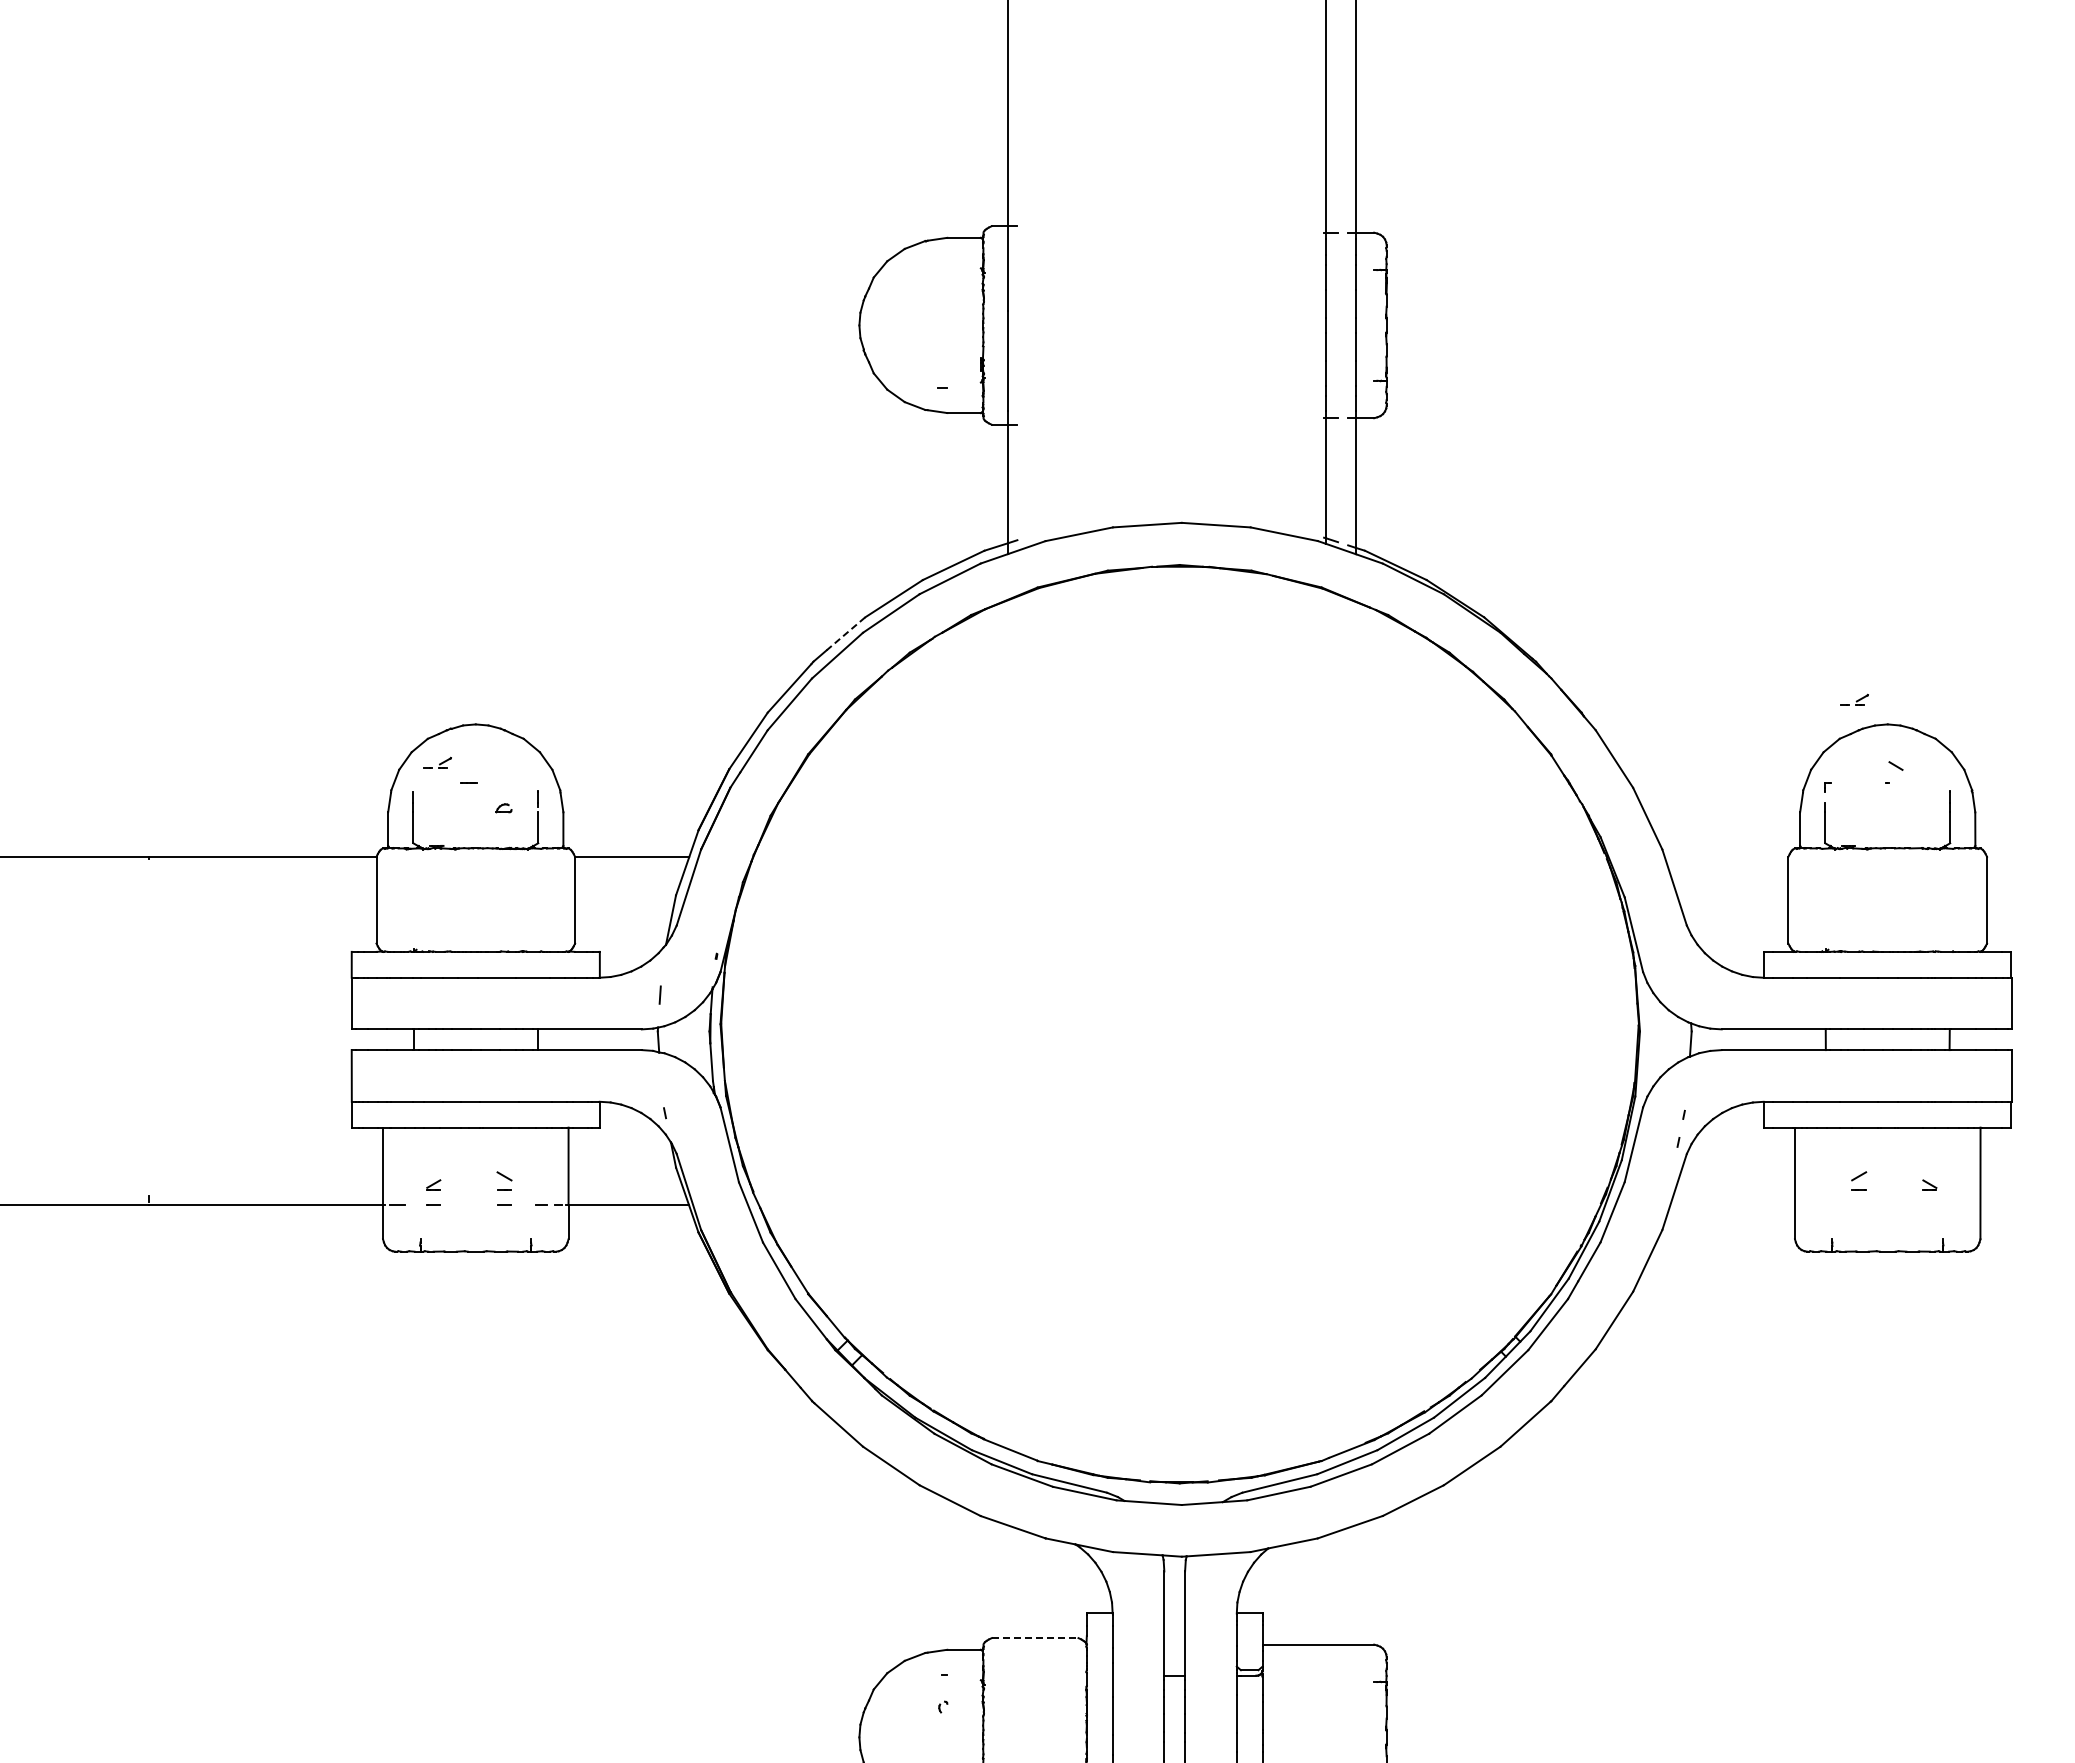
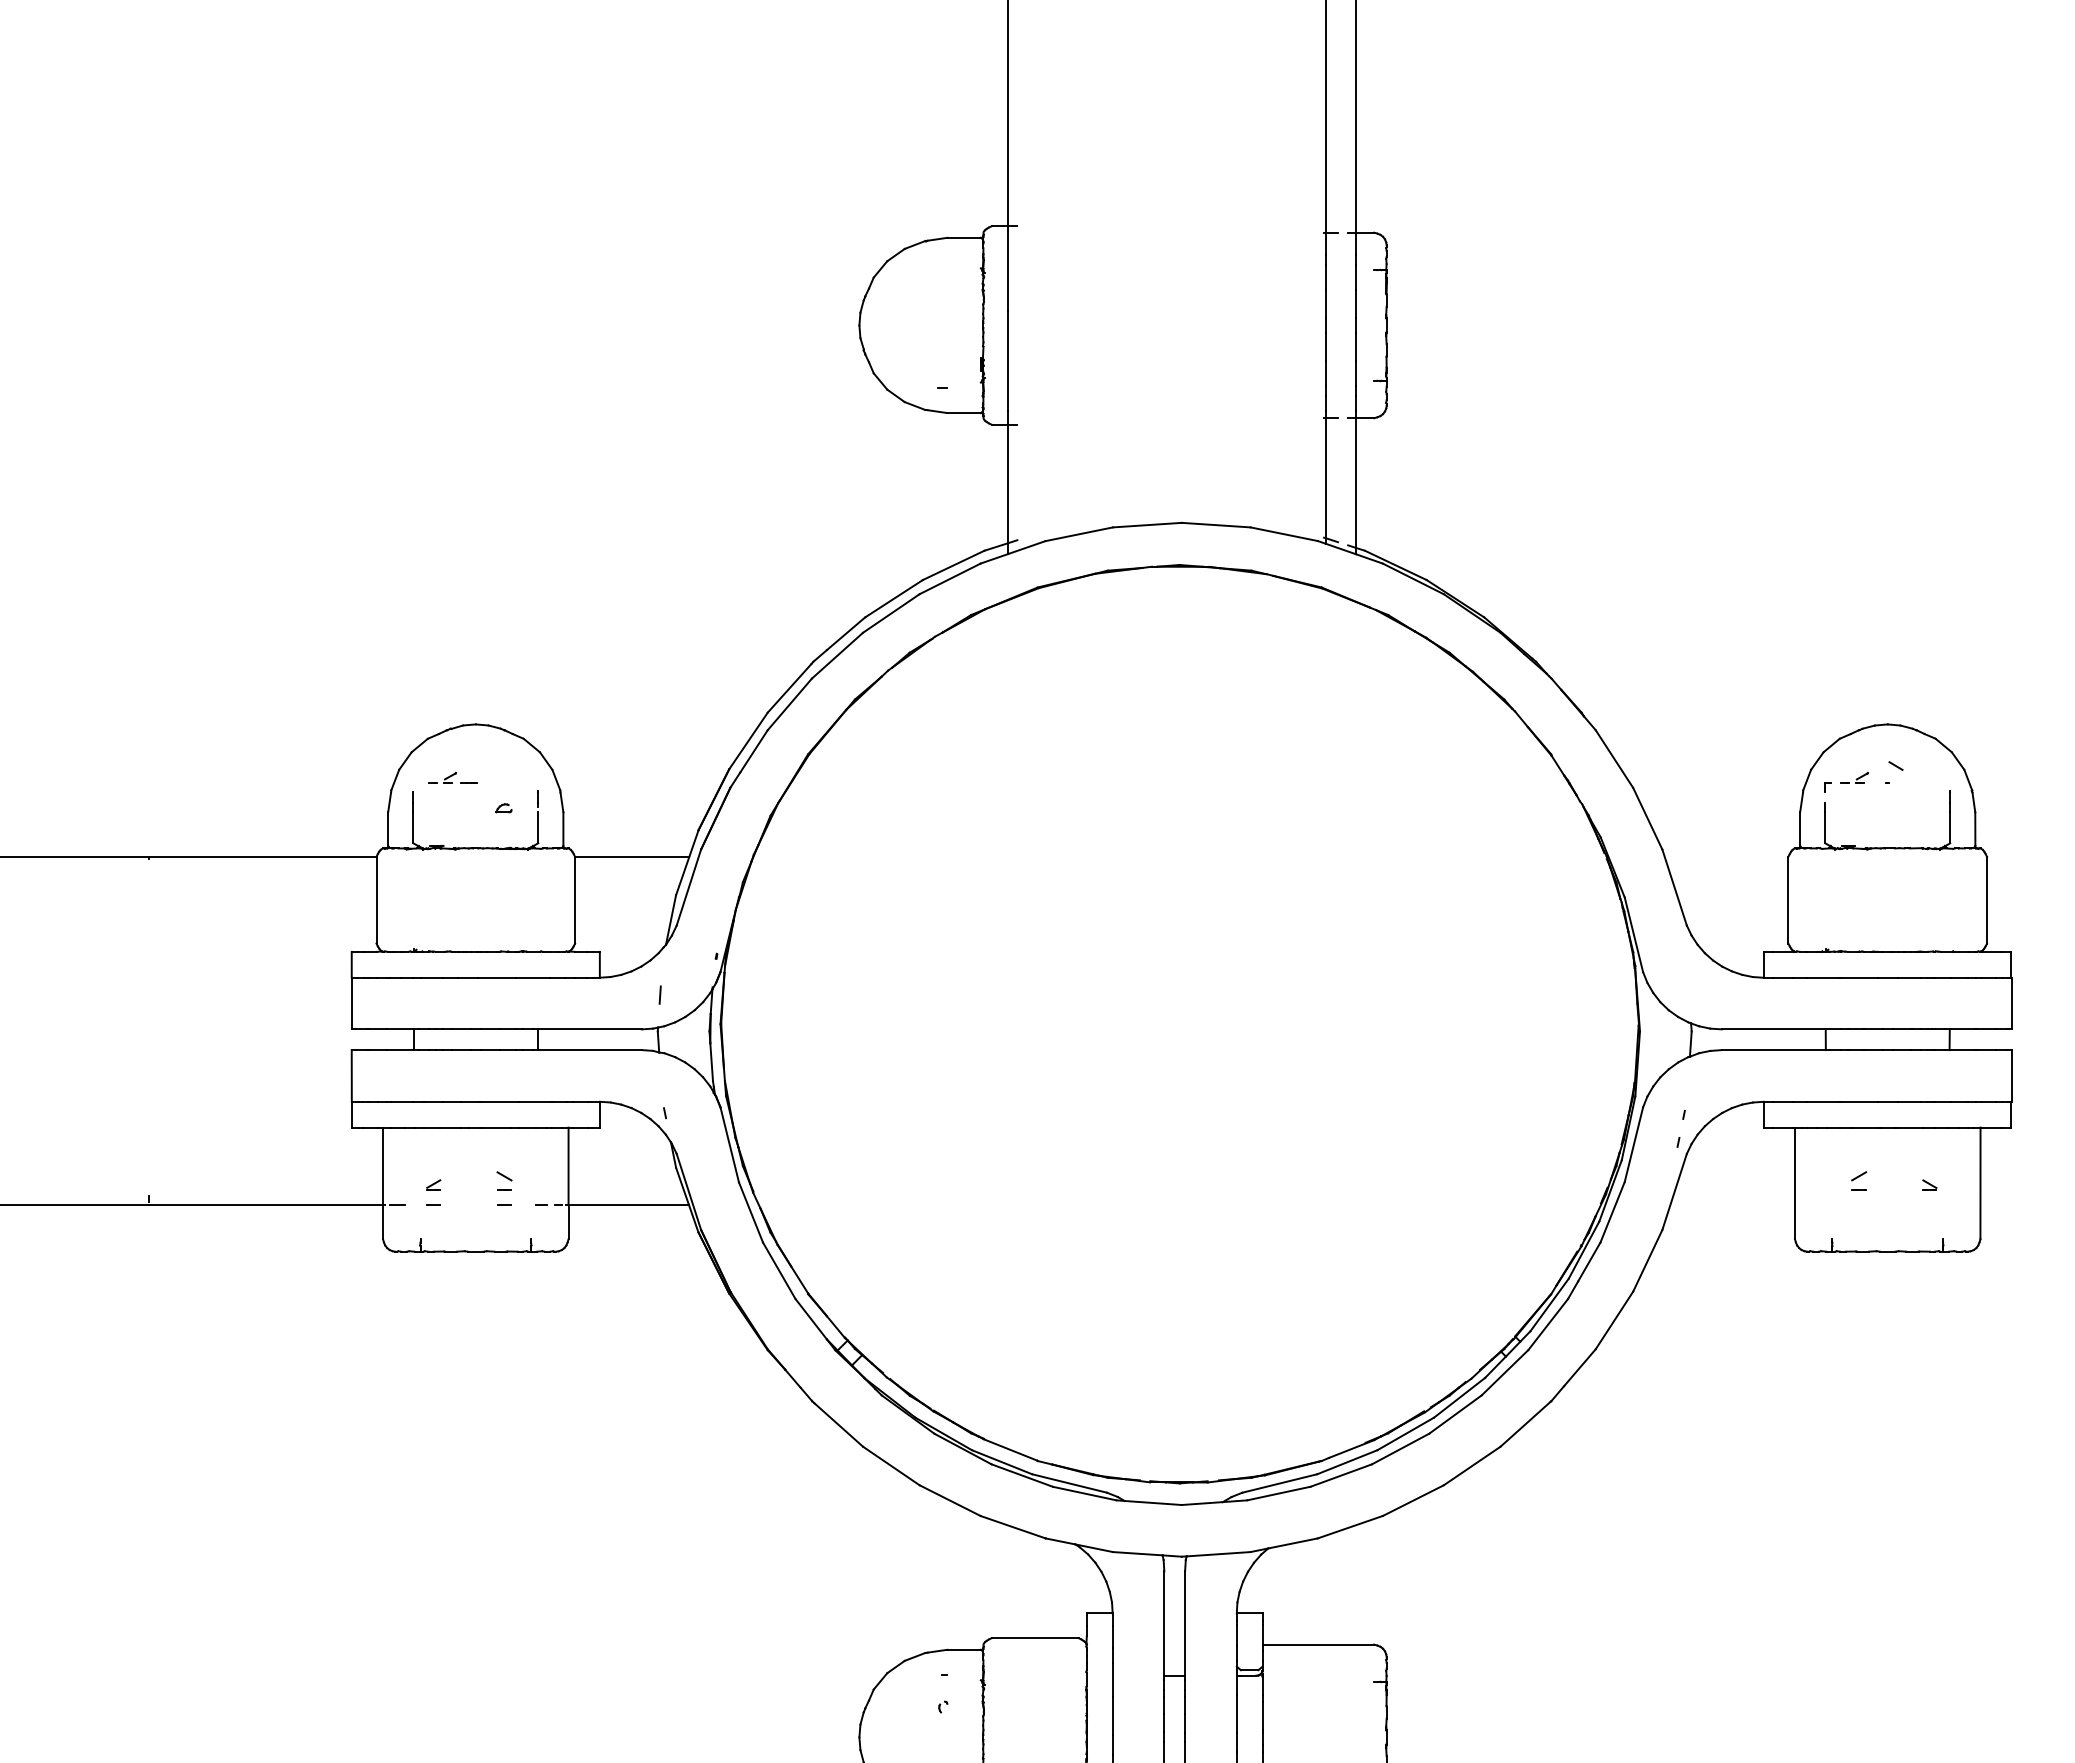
line at (845, 634): dashed -> solid
part at (1854, 699) position: (1854, 699) -> (1854, 777)
part at (437, 762) position: (437, 762) -> (442, 777)
line at (1035, 1638): dashed -> solid
